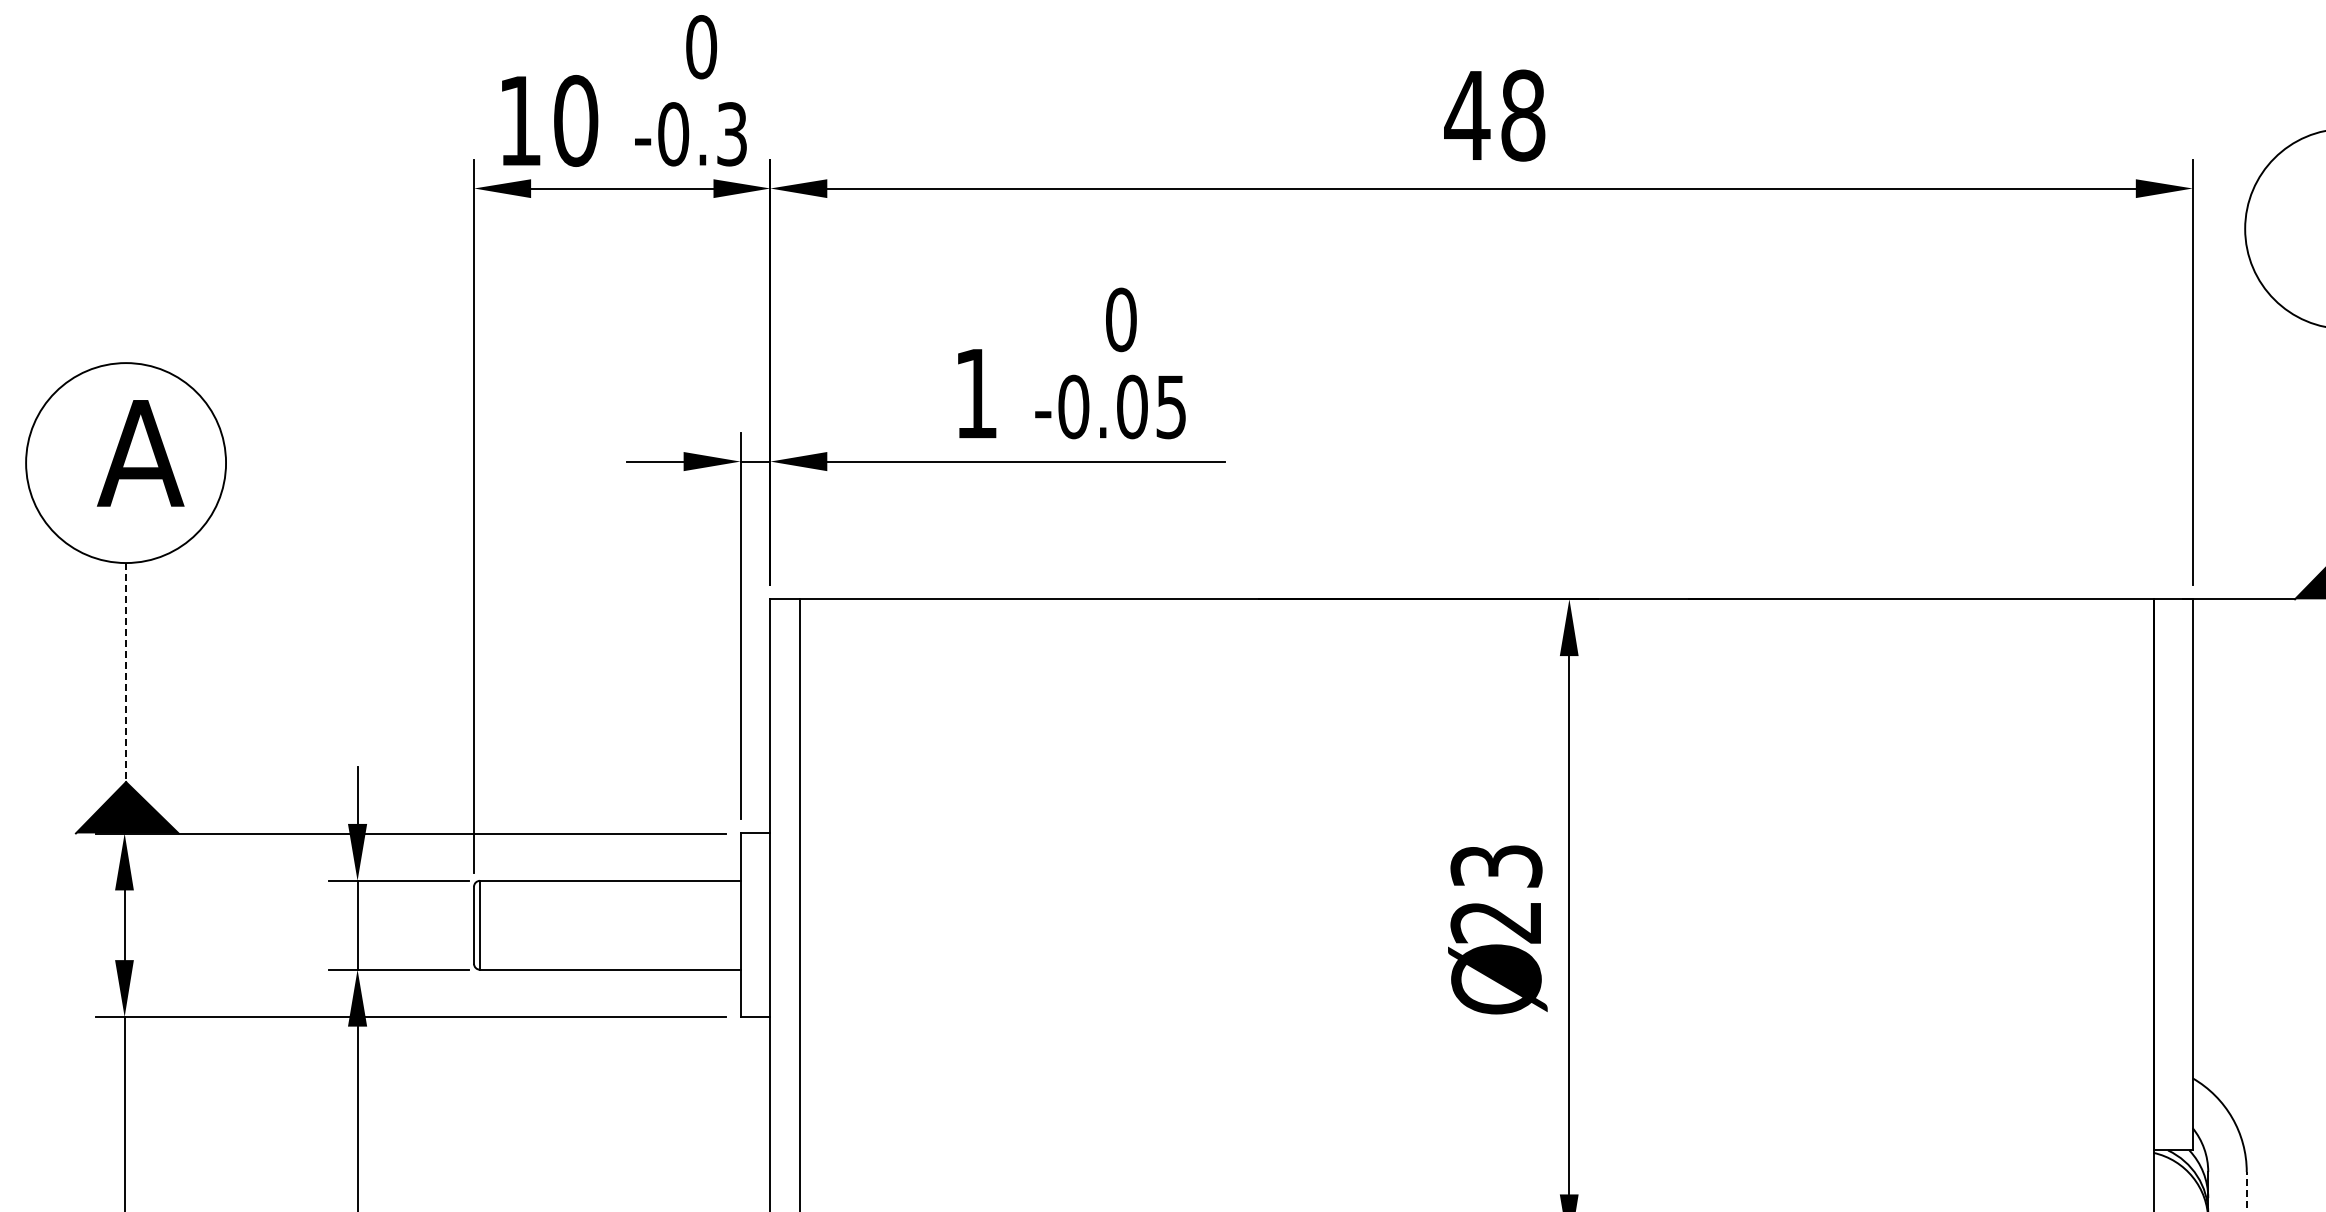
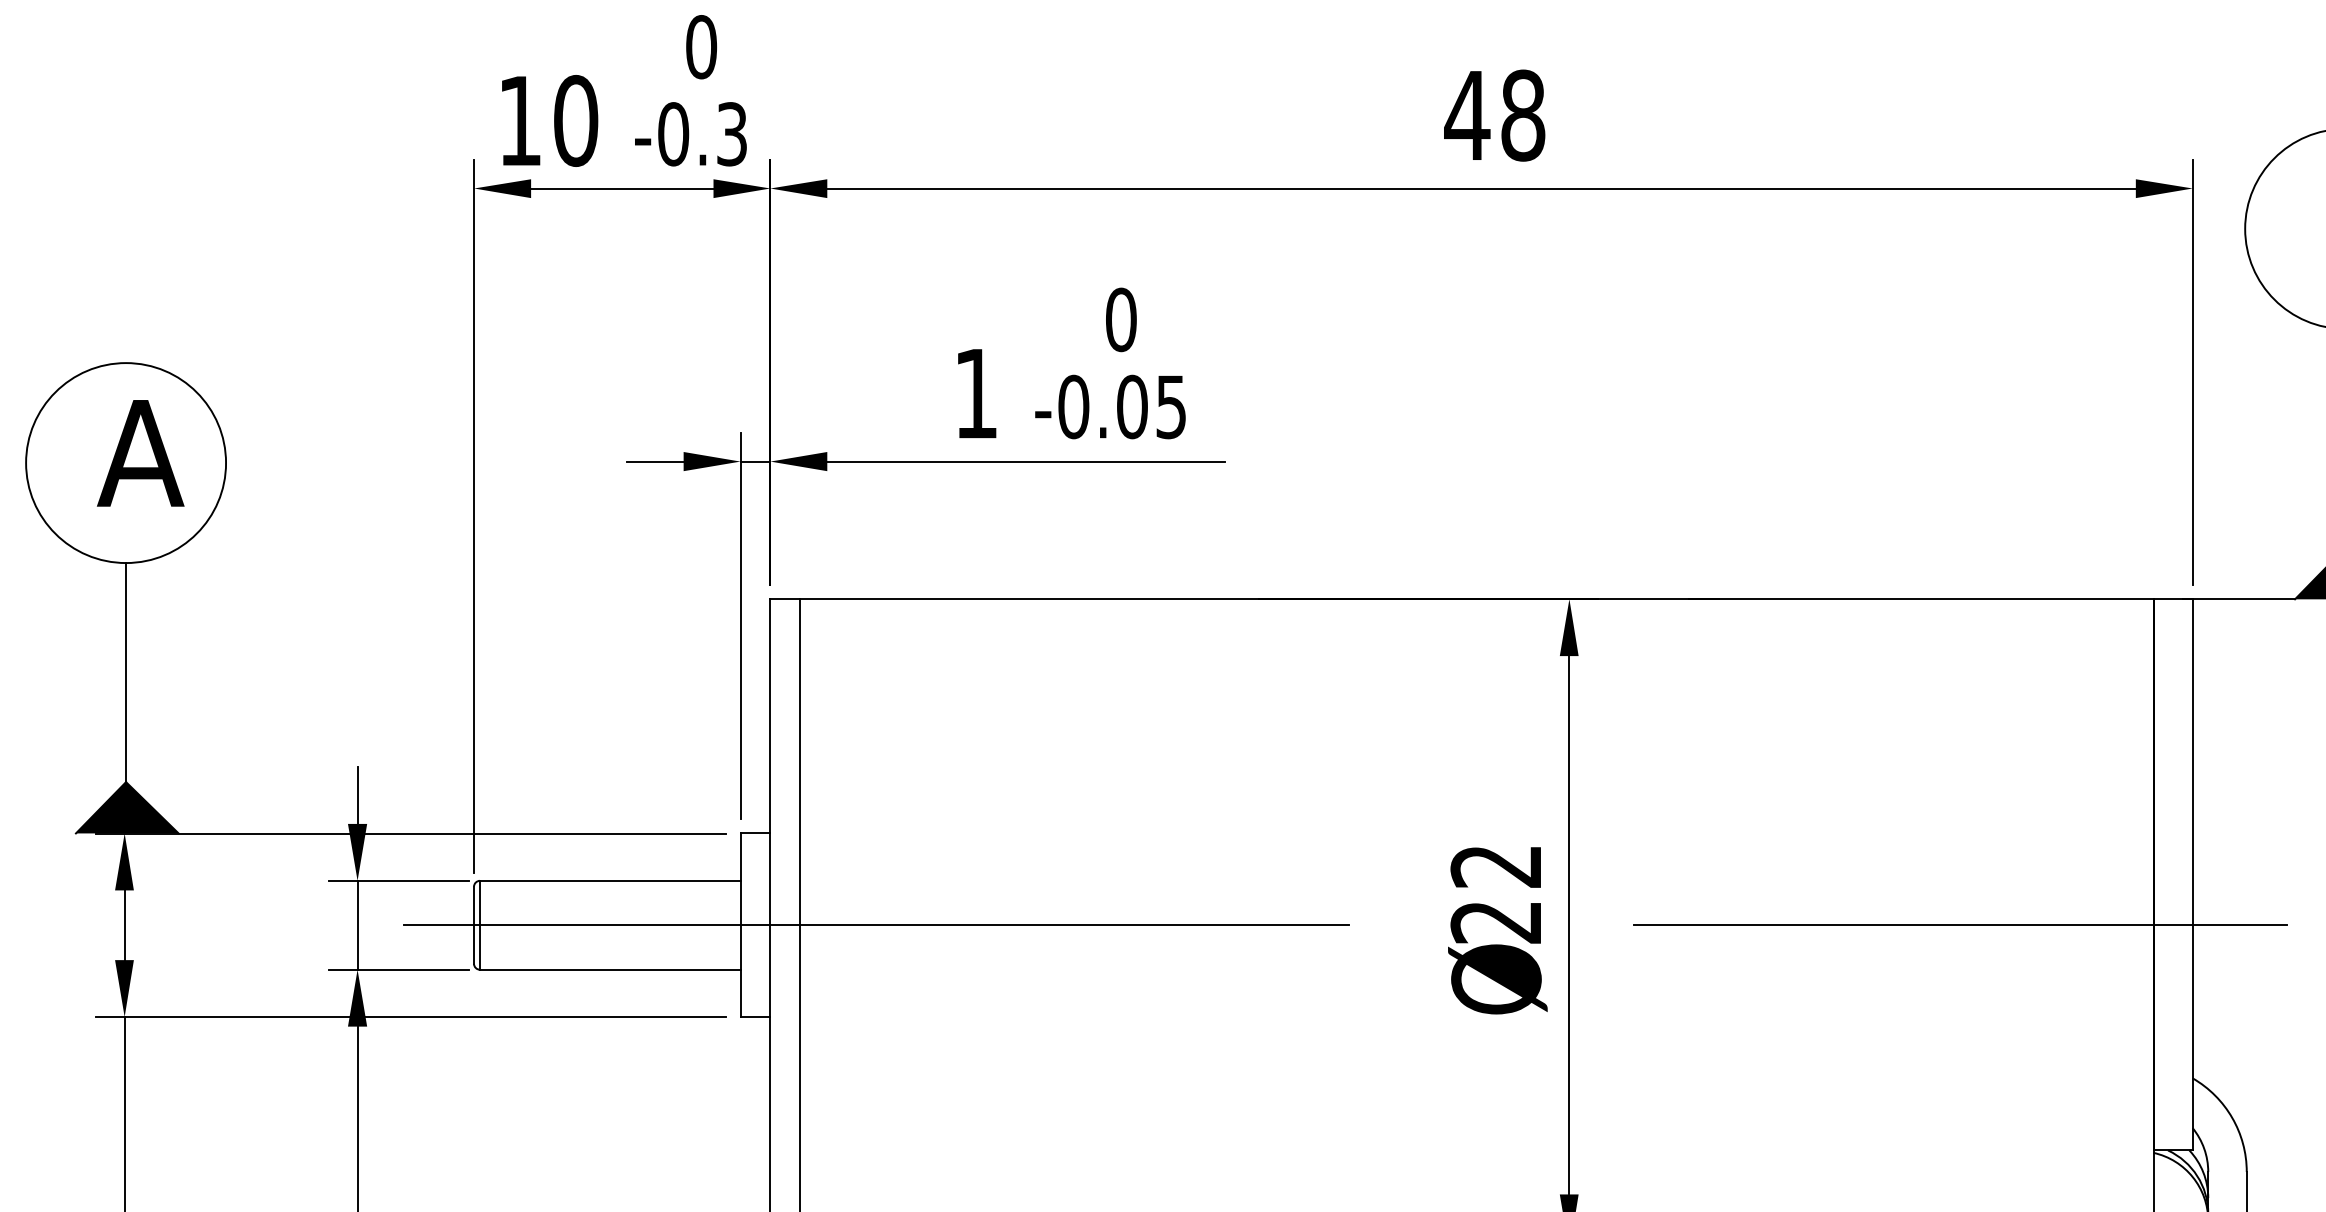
line at (126, 672): dashed -> solid
text at (1496, 866): 23 -> 22
line at (875, 925): none -> present
line at (1960, 925): none -> present
line at (2246, 1191): dashed -> solid
